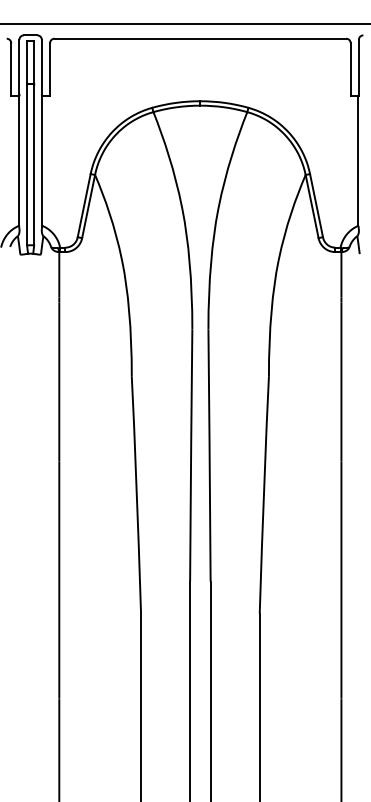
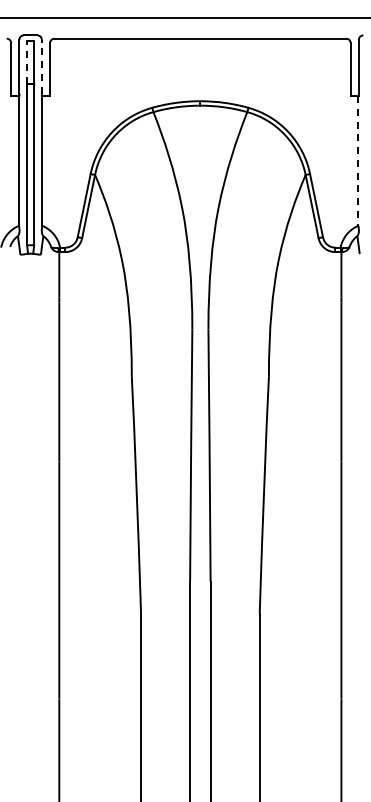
line at (184, 24) position: (184, 24) -> (184, 18)
line at (27, 61): solid -> dashed
line at (41, 66): solid -> dashed
line at (358, 161): solid -> dashed
